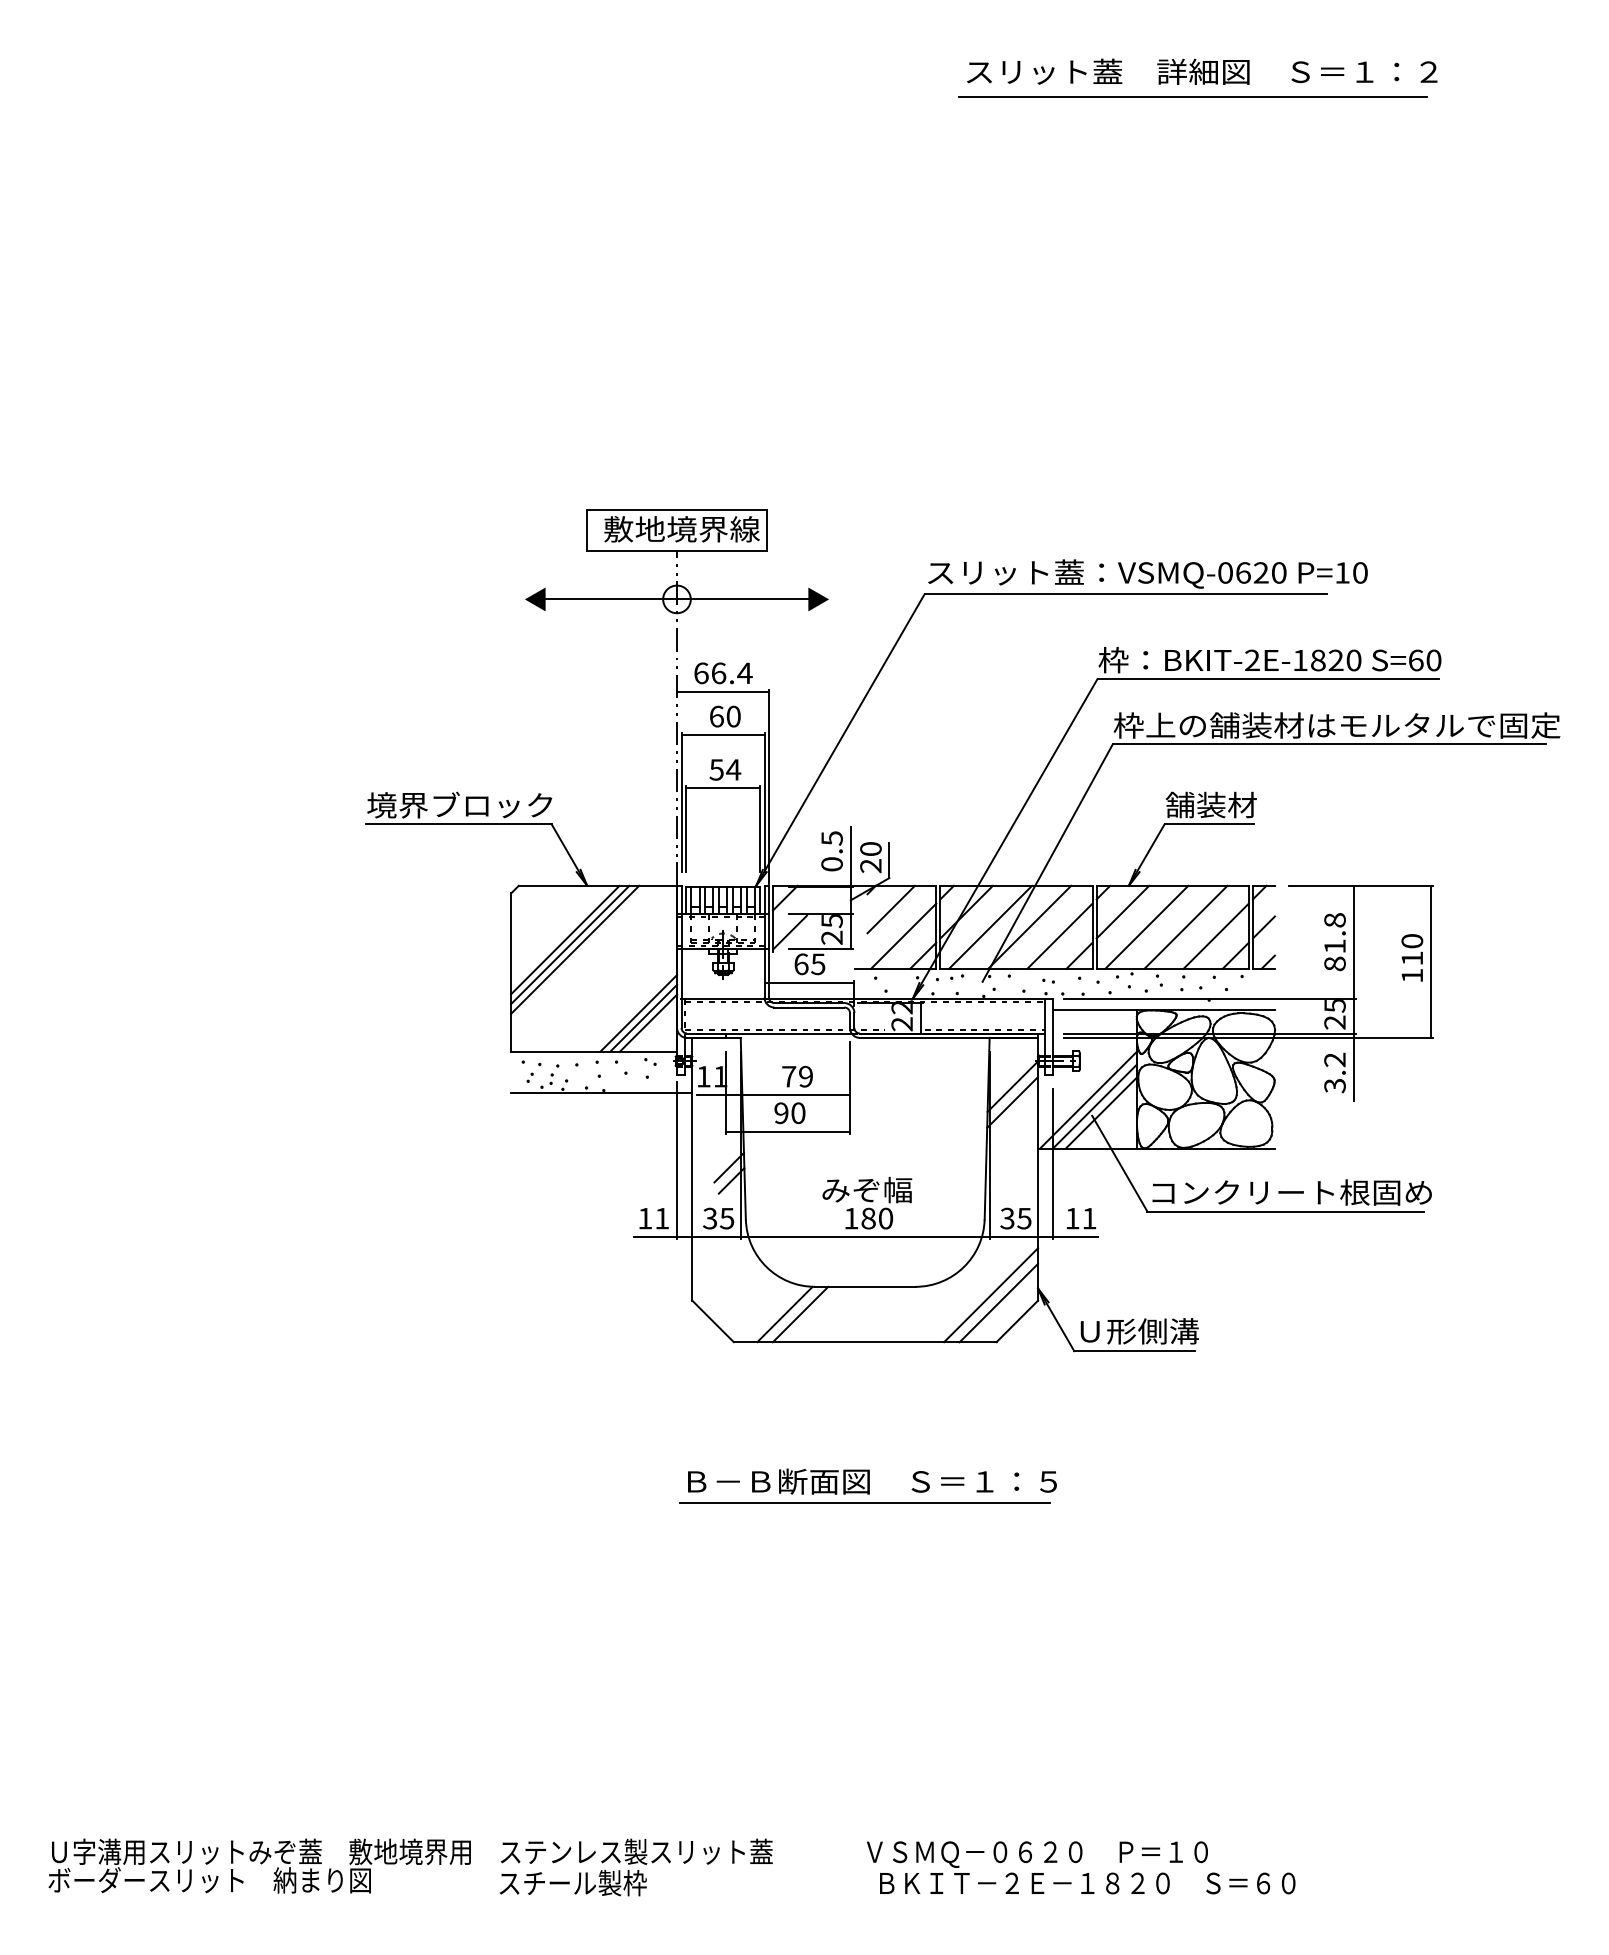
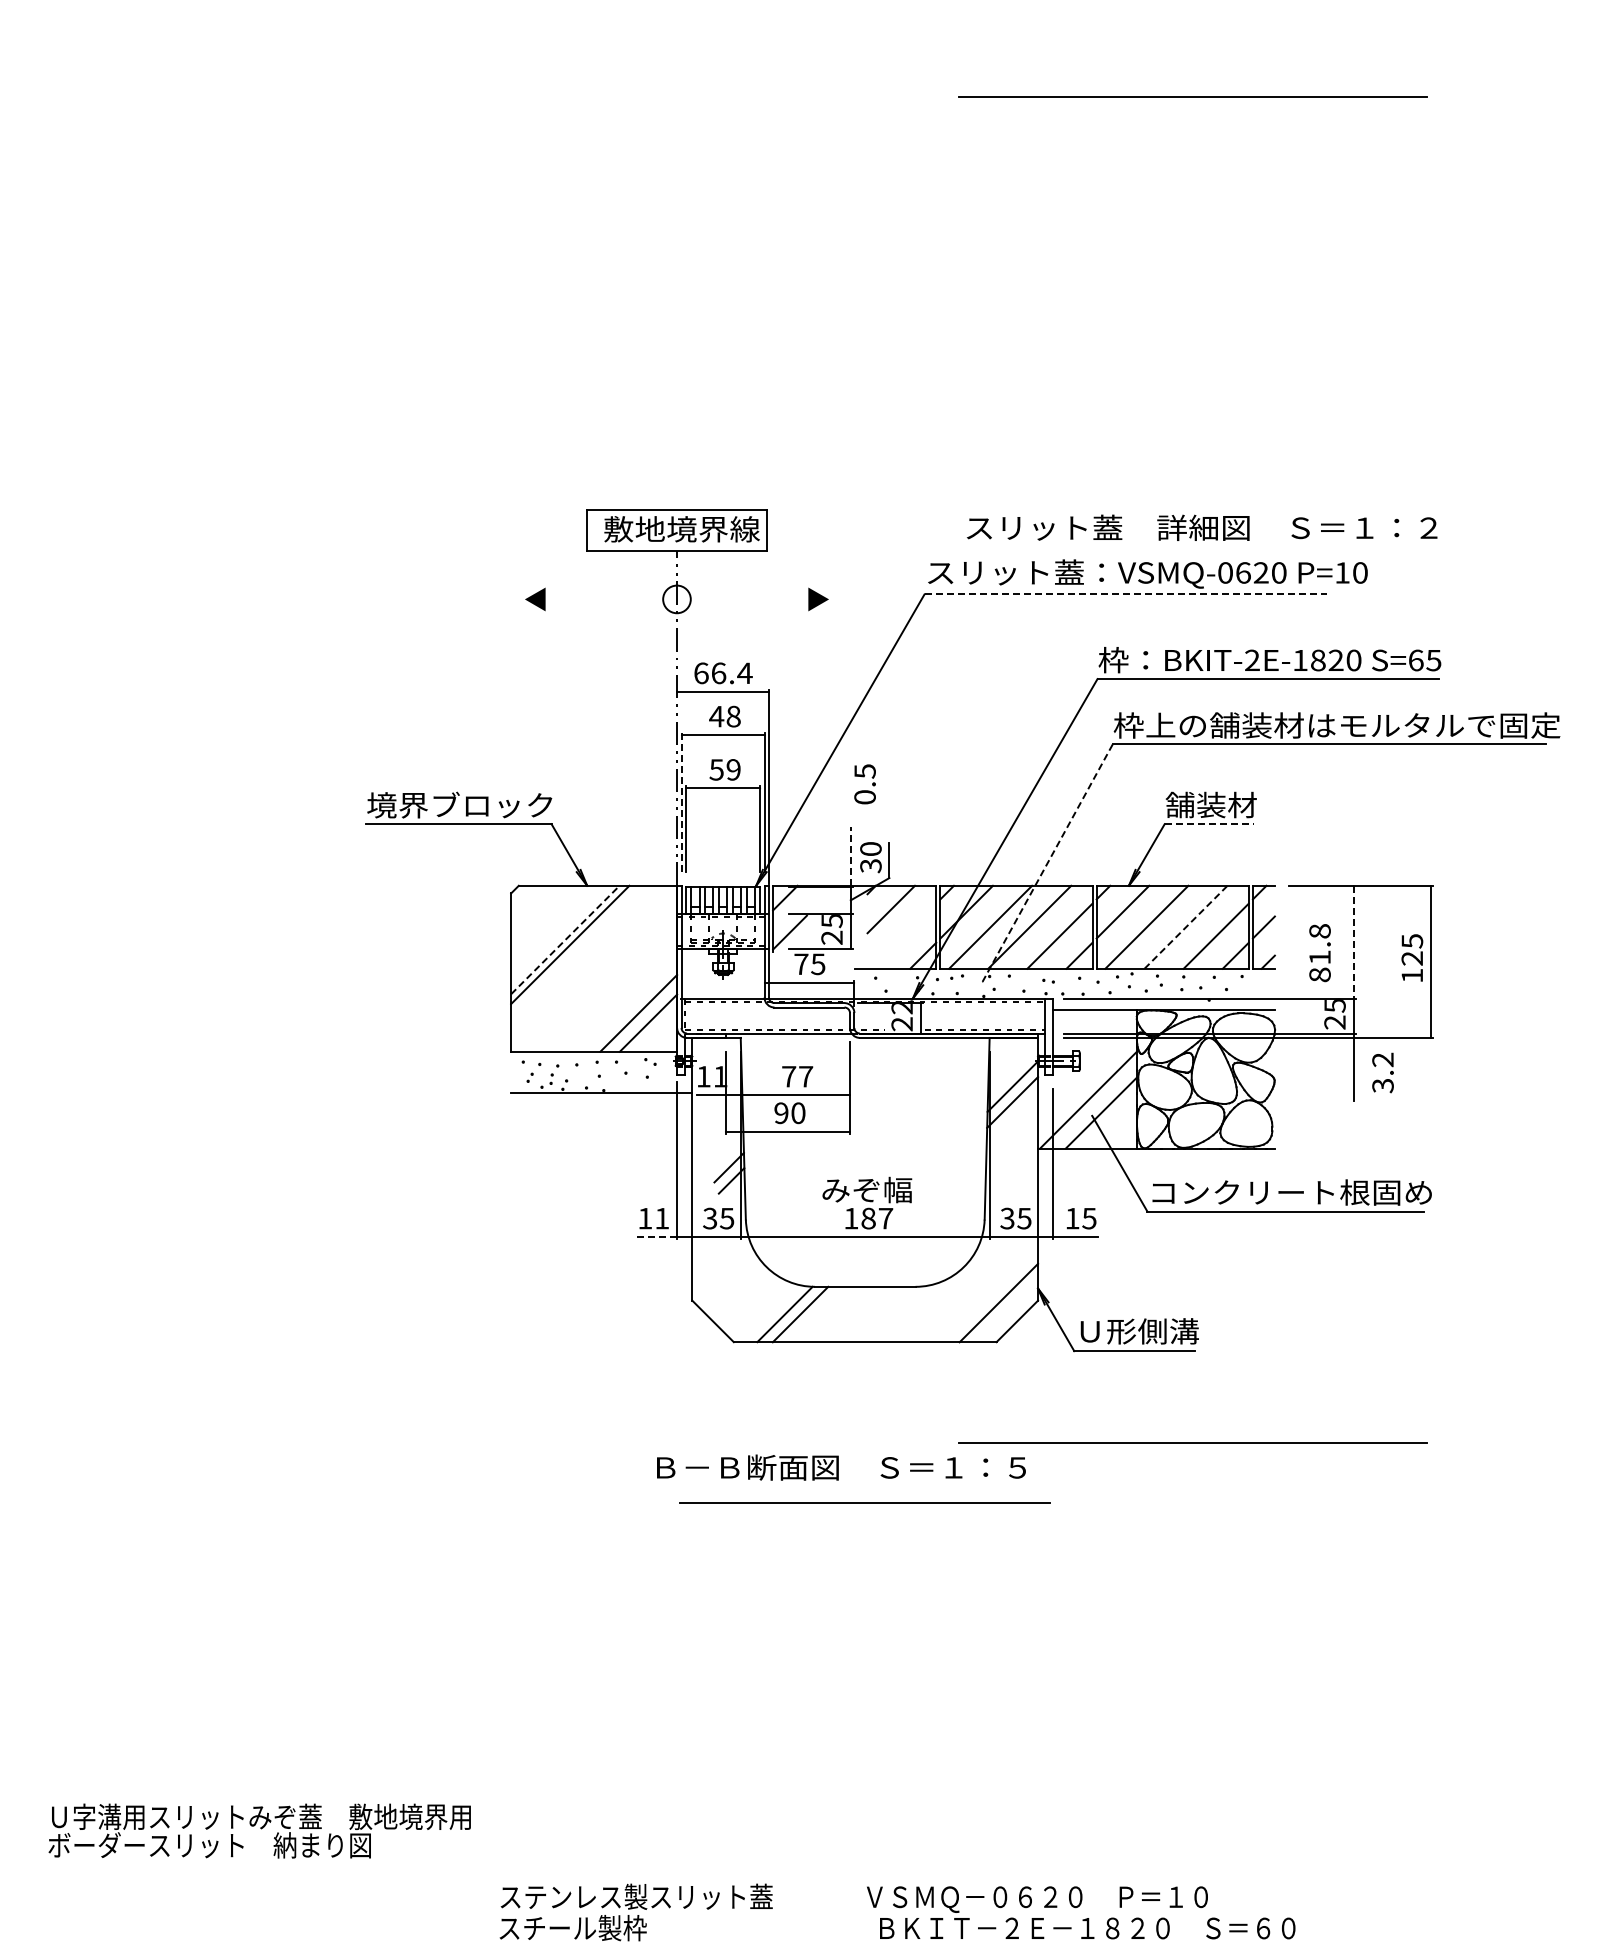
text at (1202, 71) position: (1202, 71) -> (1202, 527)
line at (1126, 594): solid -> dashed
line at (676, 599): present -> none
text at (1433, 660): S=60 -> S=65
text at (724, 716): 60 -> 48
text at (733, 769): 54 -> 59
line at (681, 803): solid -> dashed
line at (1209, 824): solid -> dashed
text at (831, 851) position: (831, 851) -> (864, 784)
line at (850, 855): solid -> dashed
line at (1047, 863): solid -> dashed
text at (870, 866): 20 -> 30
line at (1186, 927): solid -> dashed
line at (903, 935): present -> none
line at (565, 940): solid -> dashed
text at (1334, 942) position: (1334, 942) -> (1319, 953)
line at (1353, 942): solid -> dashed
line at (575, 949): present -> none
text at (1412, 949): 110 -> 125
text at (801, 964): 65 -> 75
line at (643, 1017): present -> none
text at (1334, 1072) position: (1334, 1072) -> (1382, 1072)
text at (806, 1076): 79 -> 77
line at (1094, 1106): present -> none
text at (885, 1218): 180 -> 187
text at (1089, 1218): 11 -> 15
line at (655, 1237): solid -> dashed
line at (991, 1295): present -> none
line at (1192, 1442): none -> present
text at (872, 1481) position: (872, 1481) -> (841, 1467)
text at (259, 1865) position: (259, 1865) -> (259, 1830)
text at (897, 1867) position: (897, 1867) -> (897, 1912)
